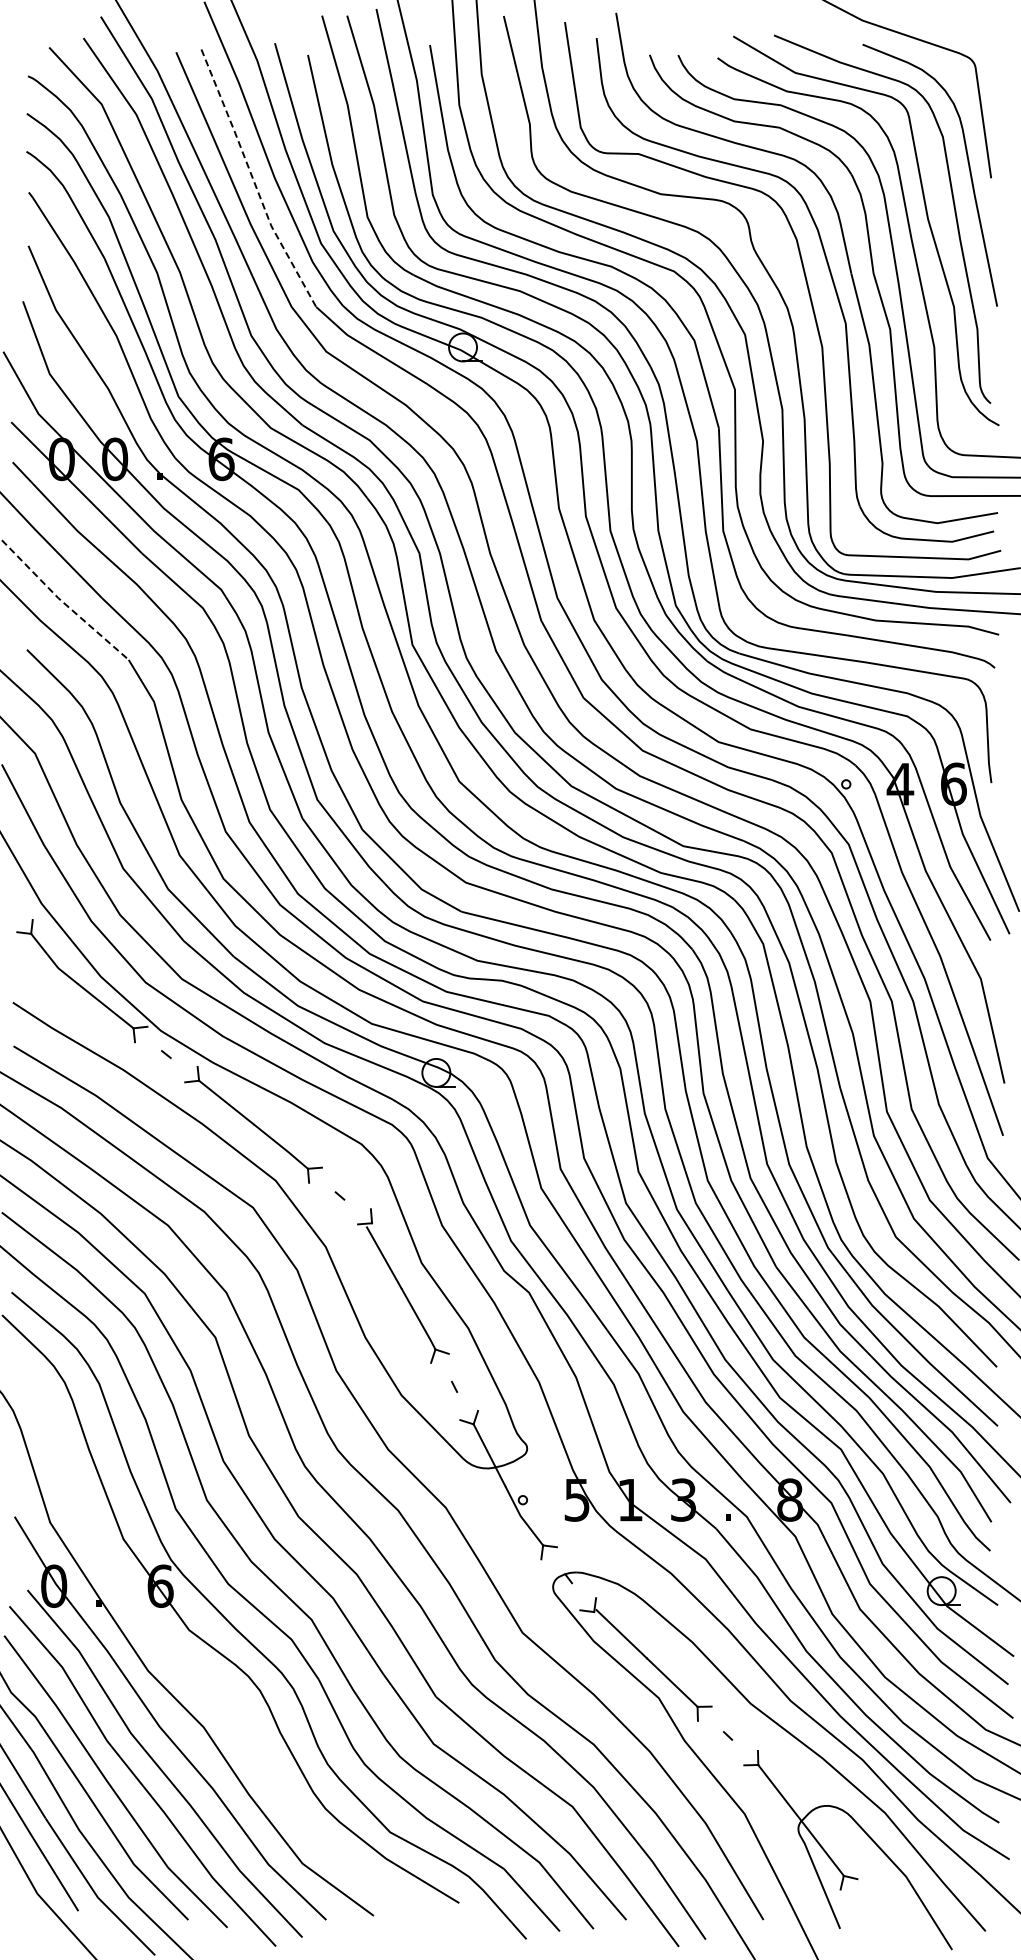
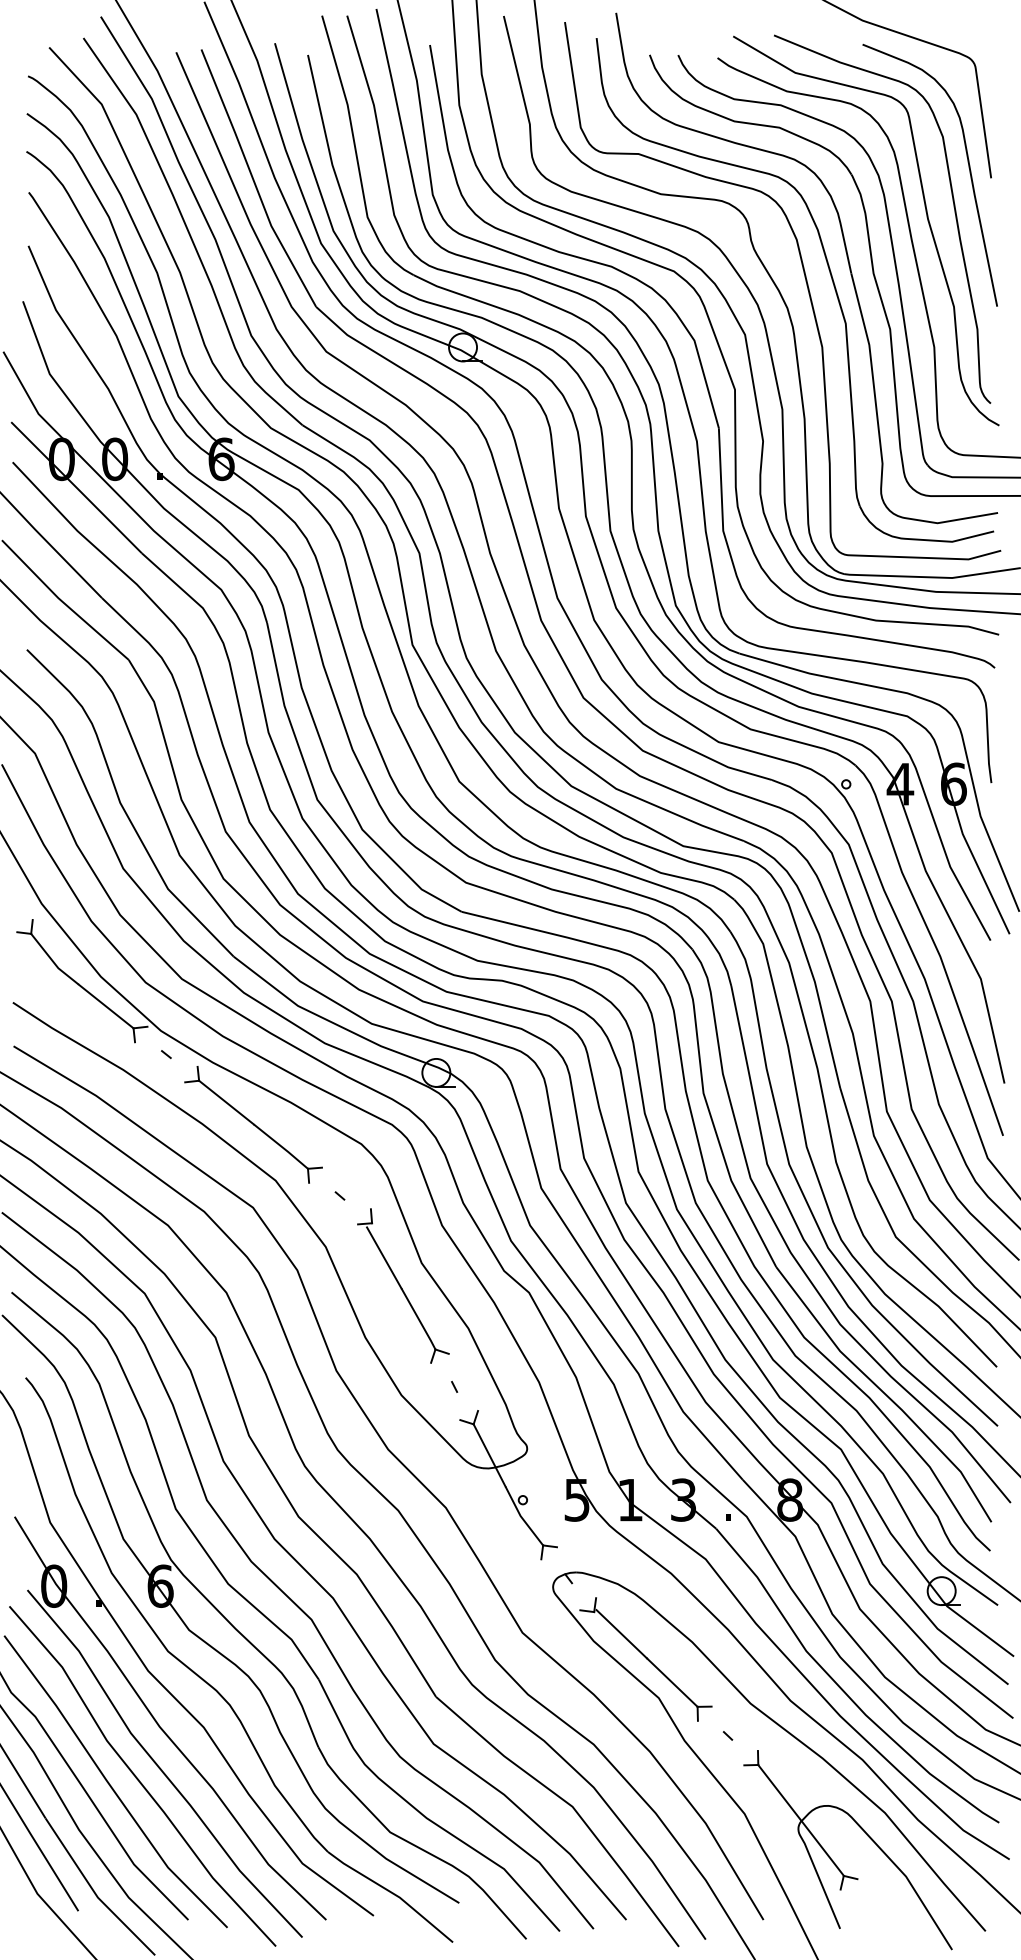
line at (253, 180): dashed -> solid
line at (62, 602): dashed -> solid
part at (214, 1687): none -> present
